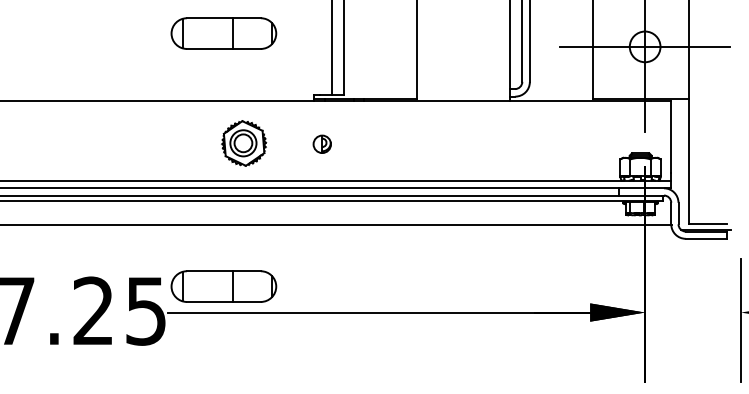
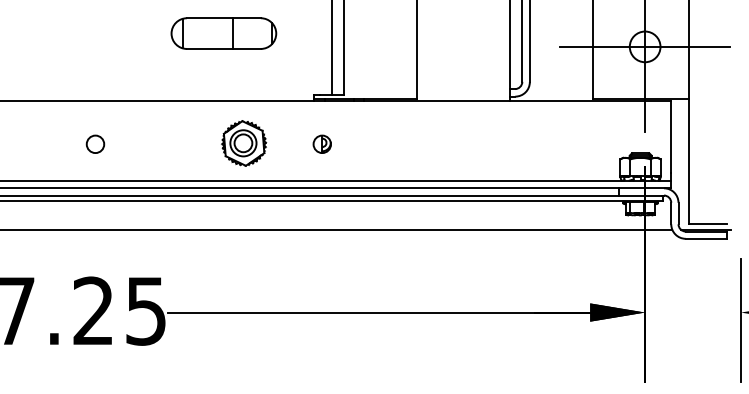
circle at (95, 143): none -> present
line at (337, 225) position: (337, 225) -> (337, 230)
part at (223, 286): present -> none
